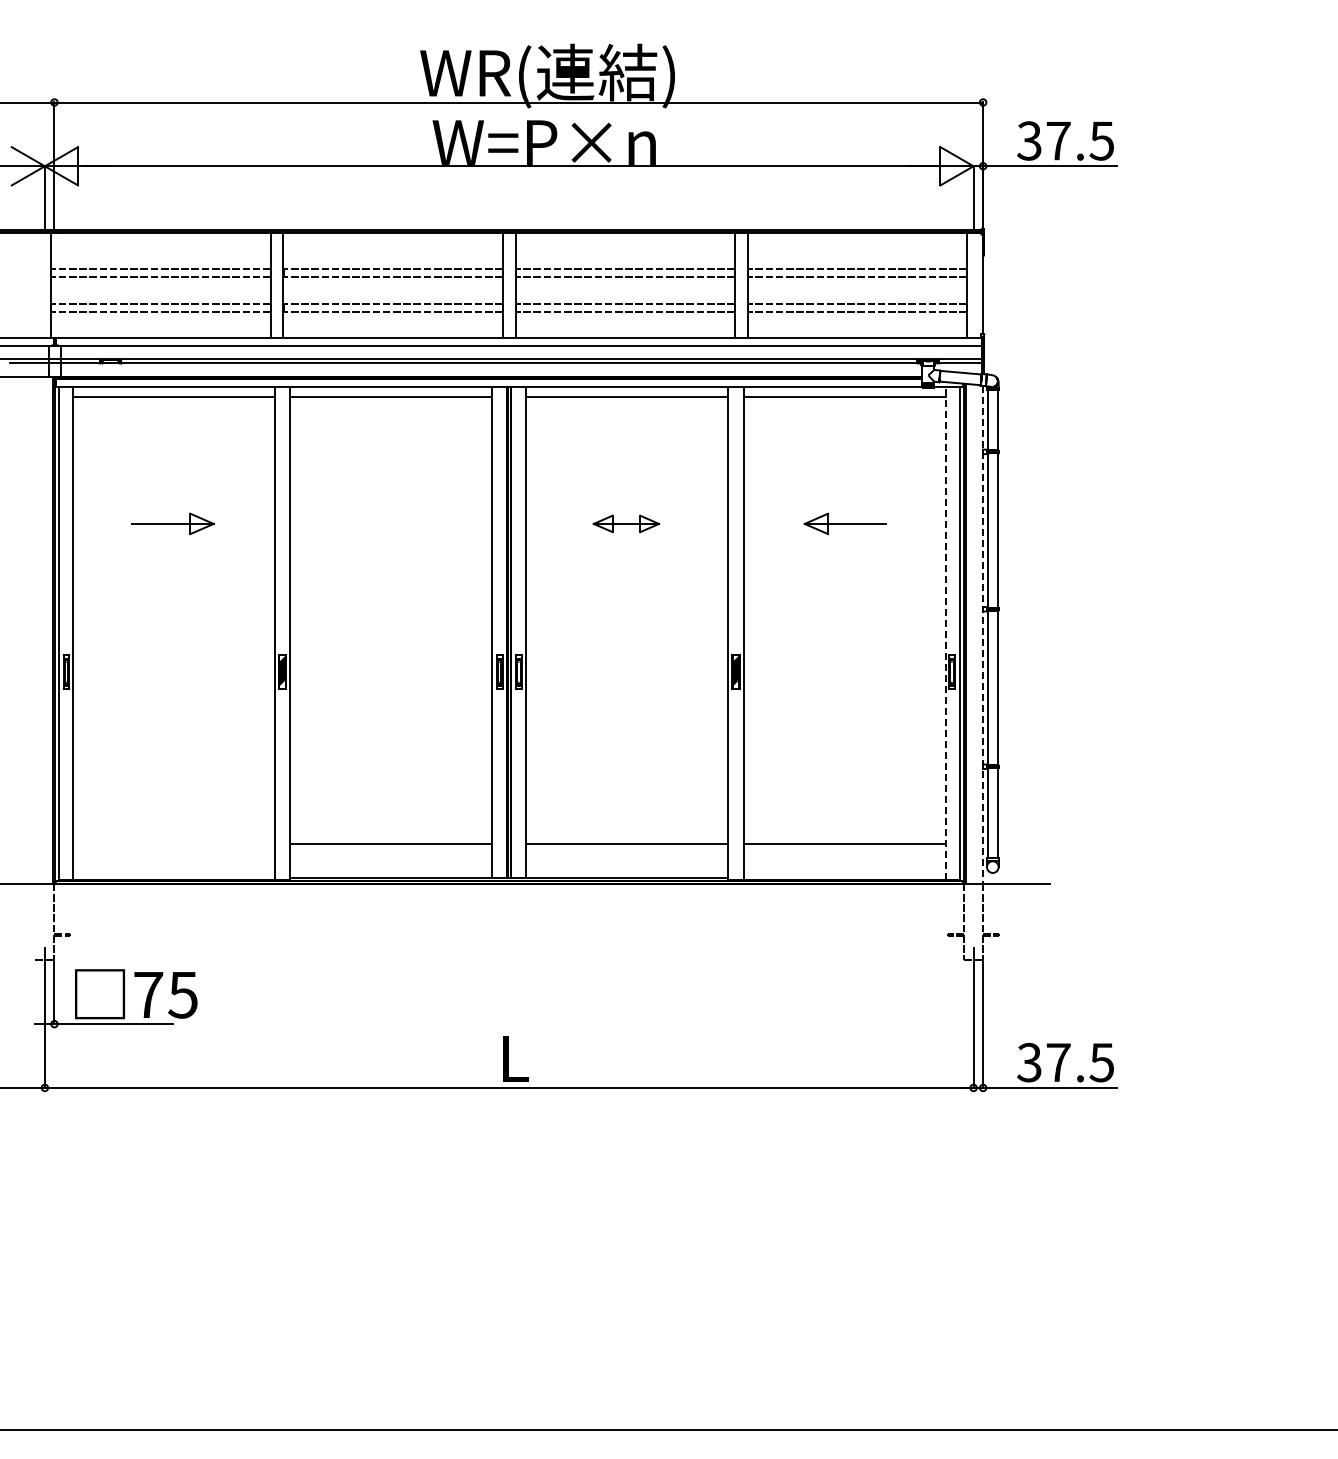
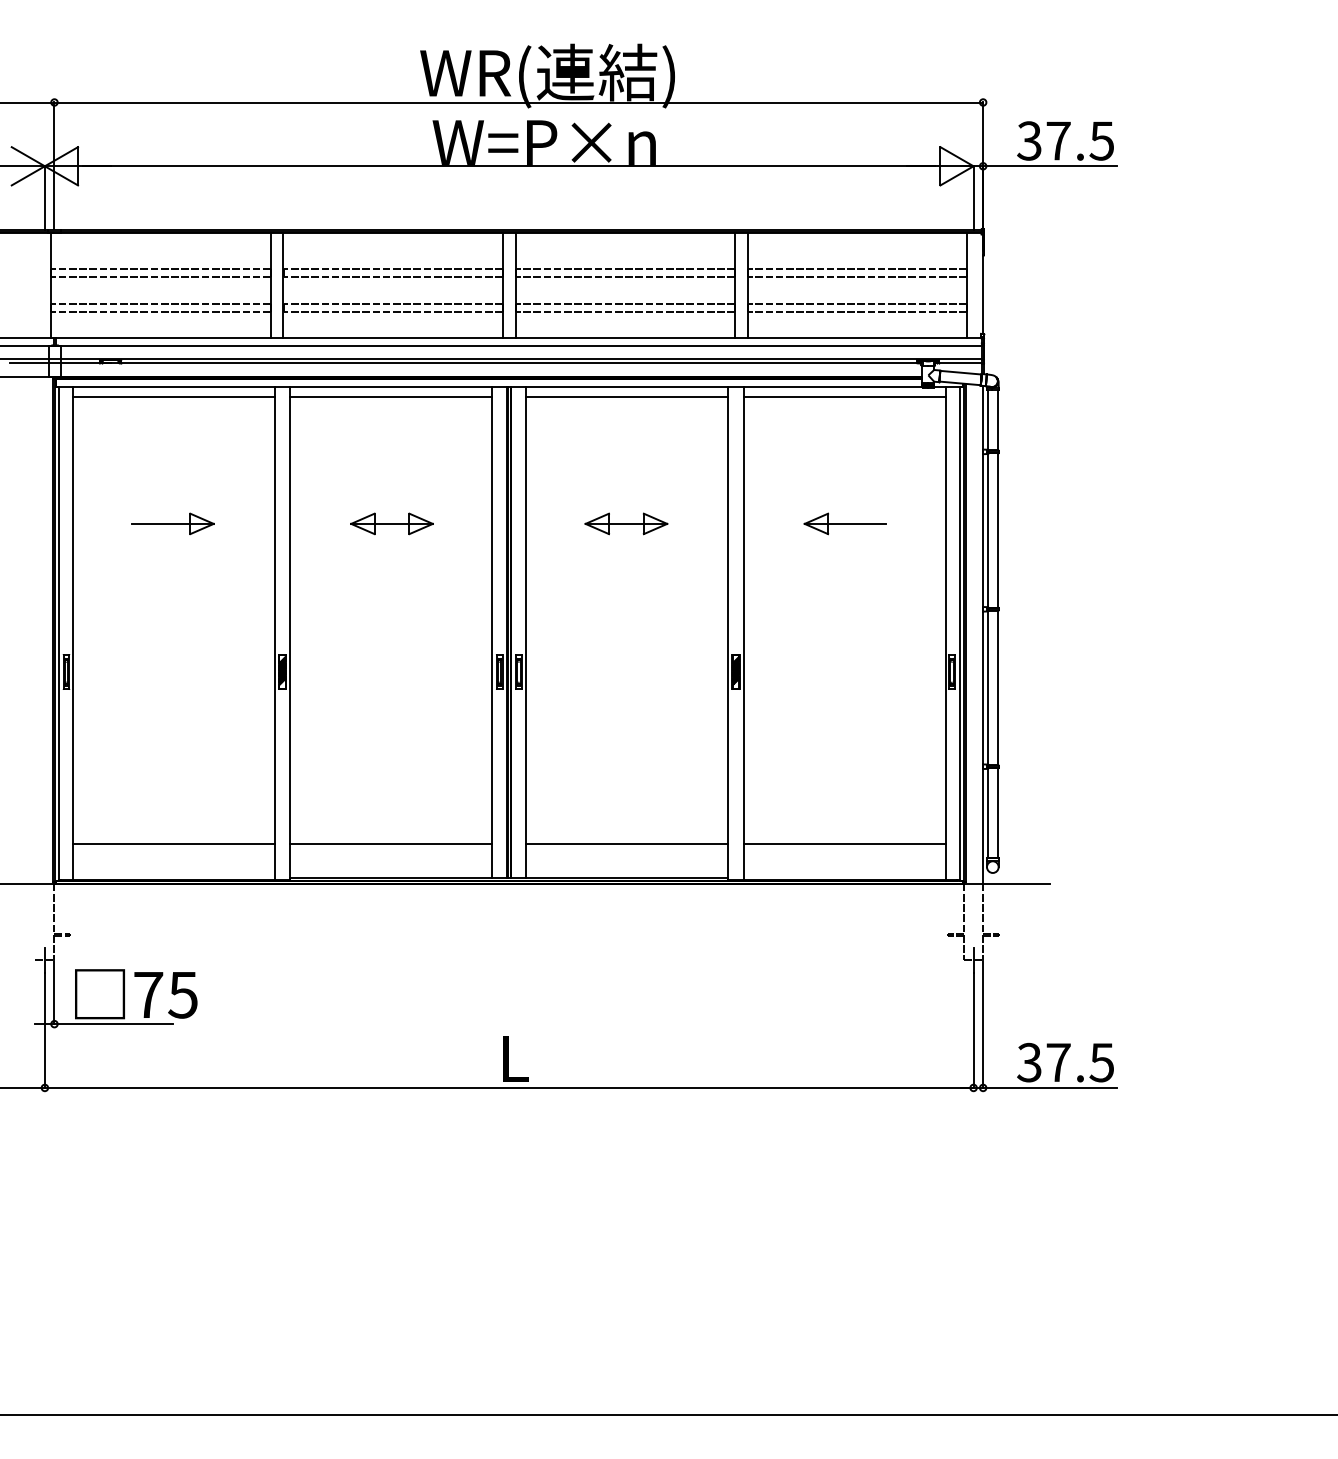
part at (391, 523): none -> present
part at (626, 523) size: 69x20 px -> 85x24 px
line at (945, 633): dashed -> solid
line at (983, 634): dashed -> solid
line at (173, 843): none -> present
line at (668, 1430) position: (668, 1430) -> (668, 1415)
